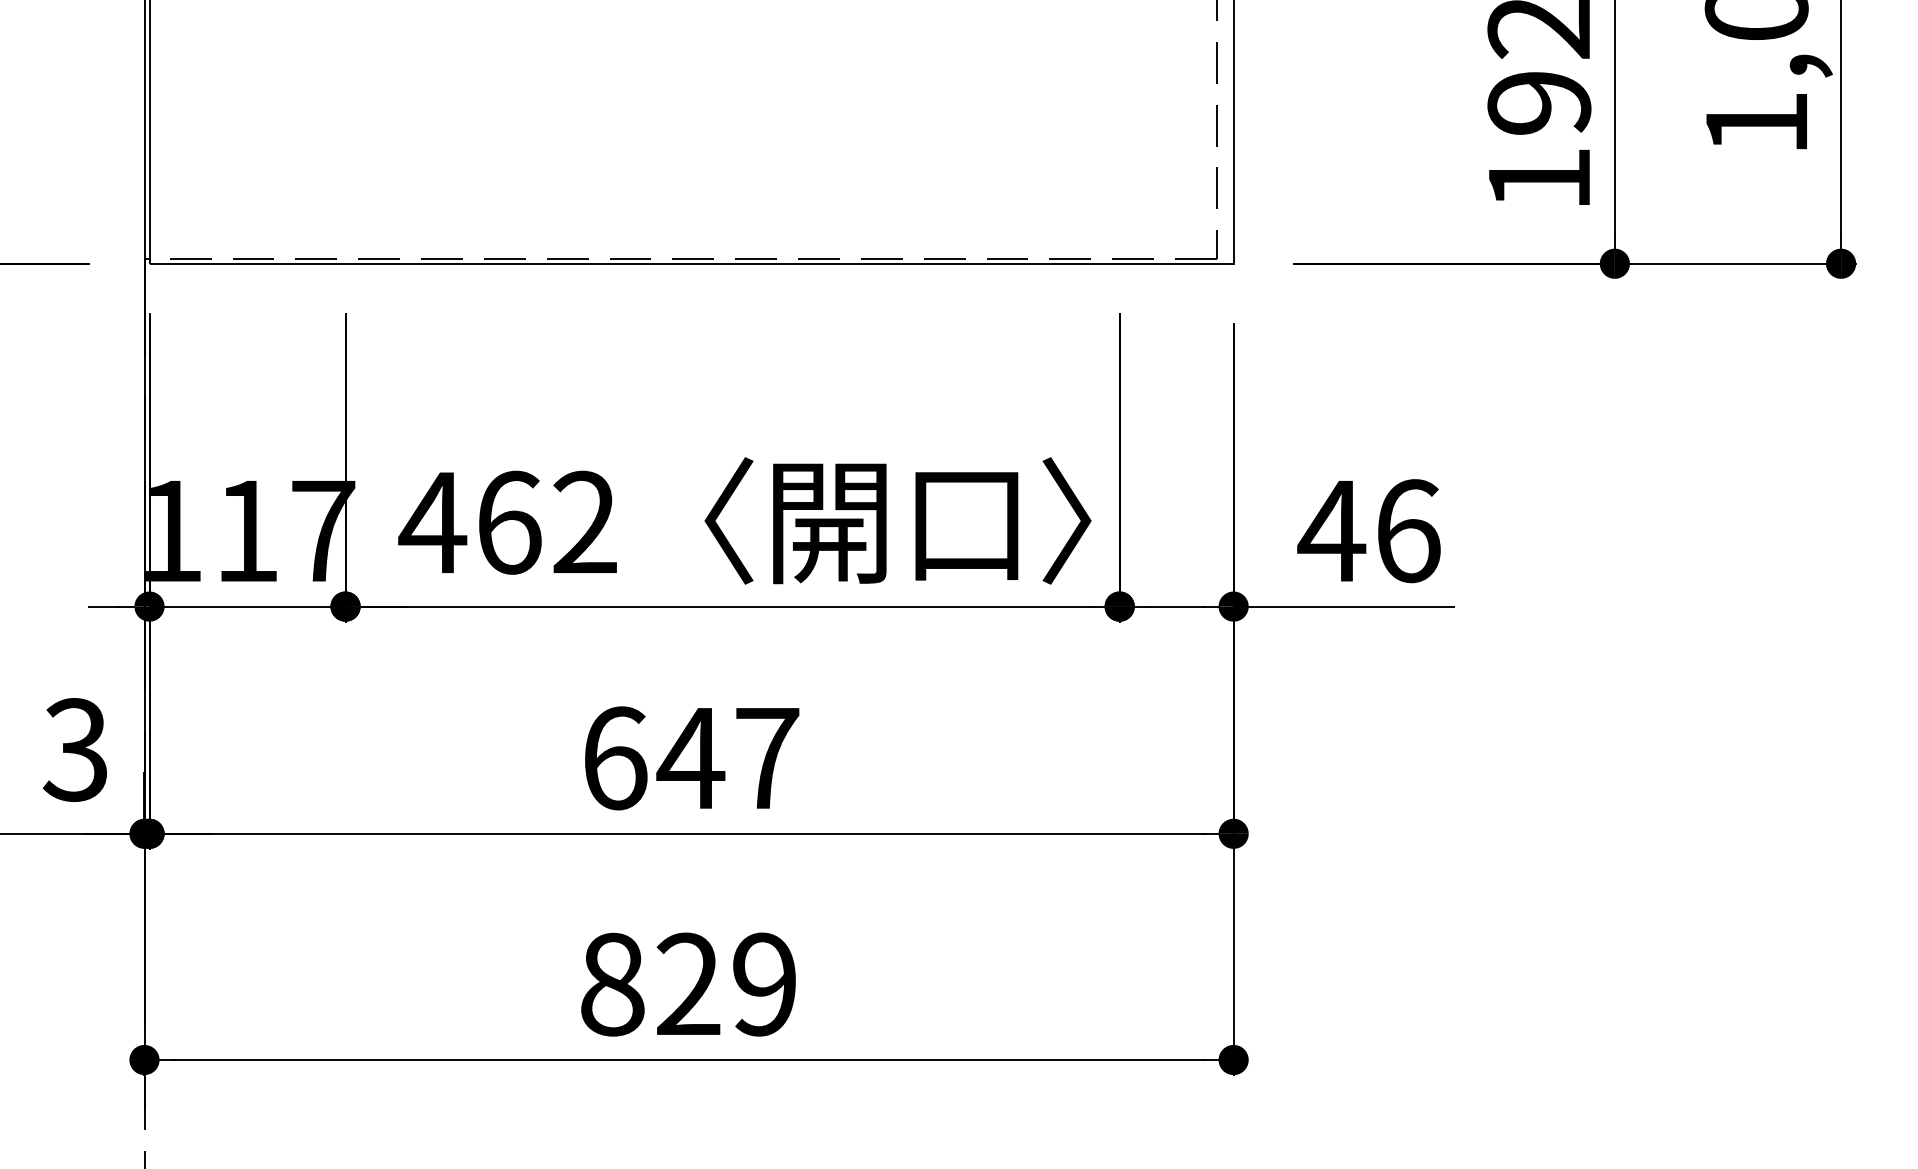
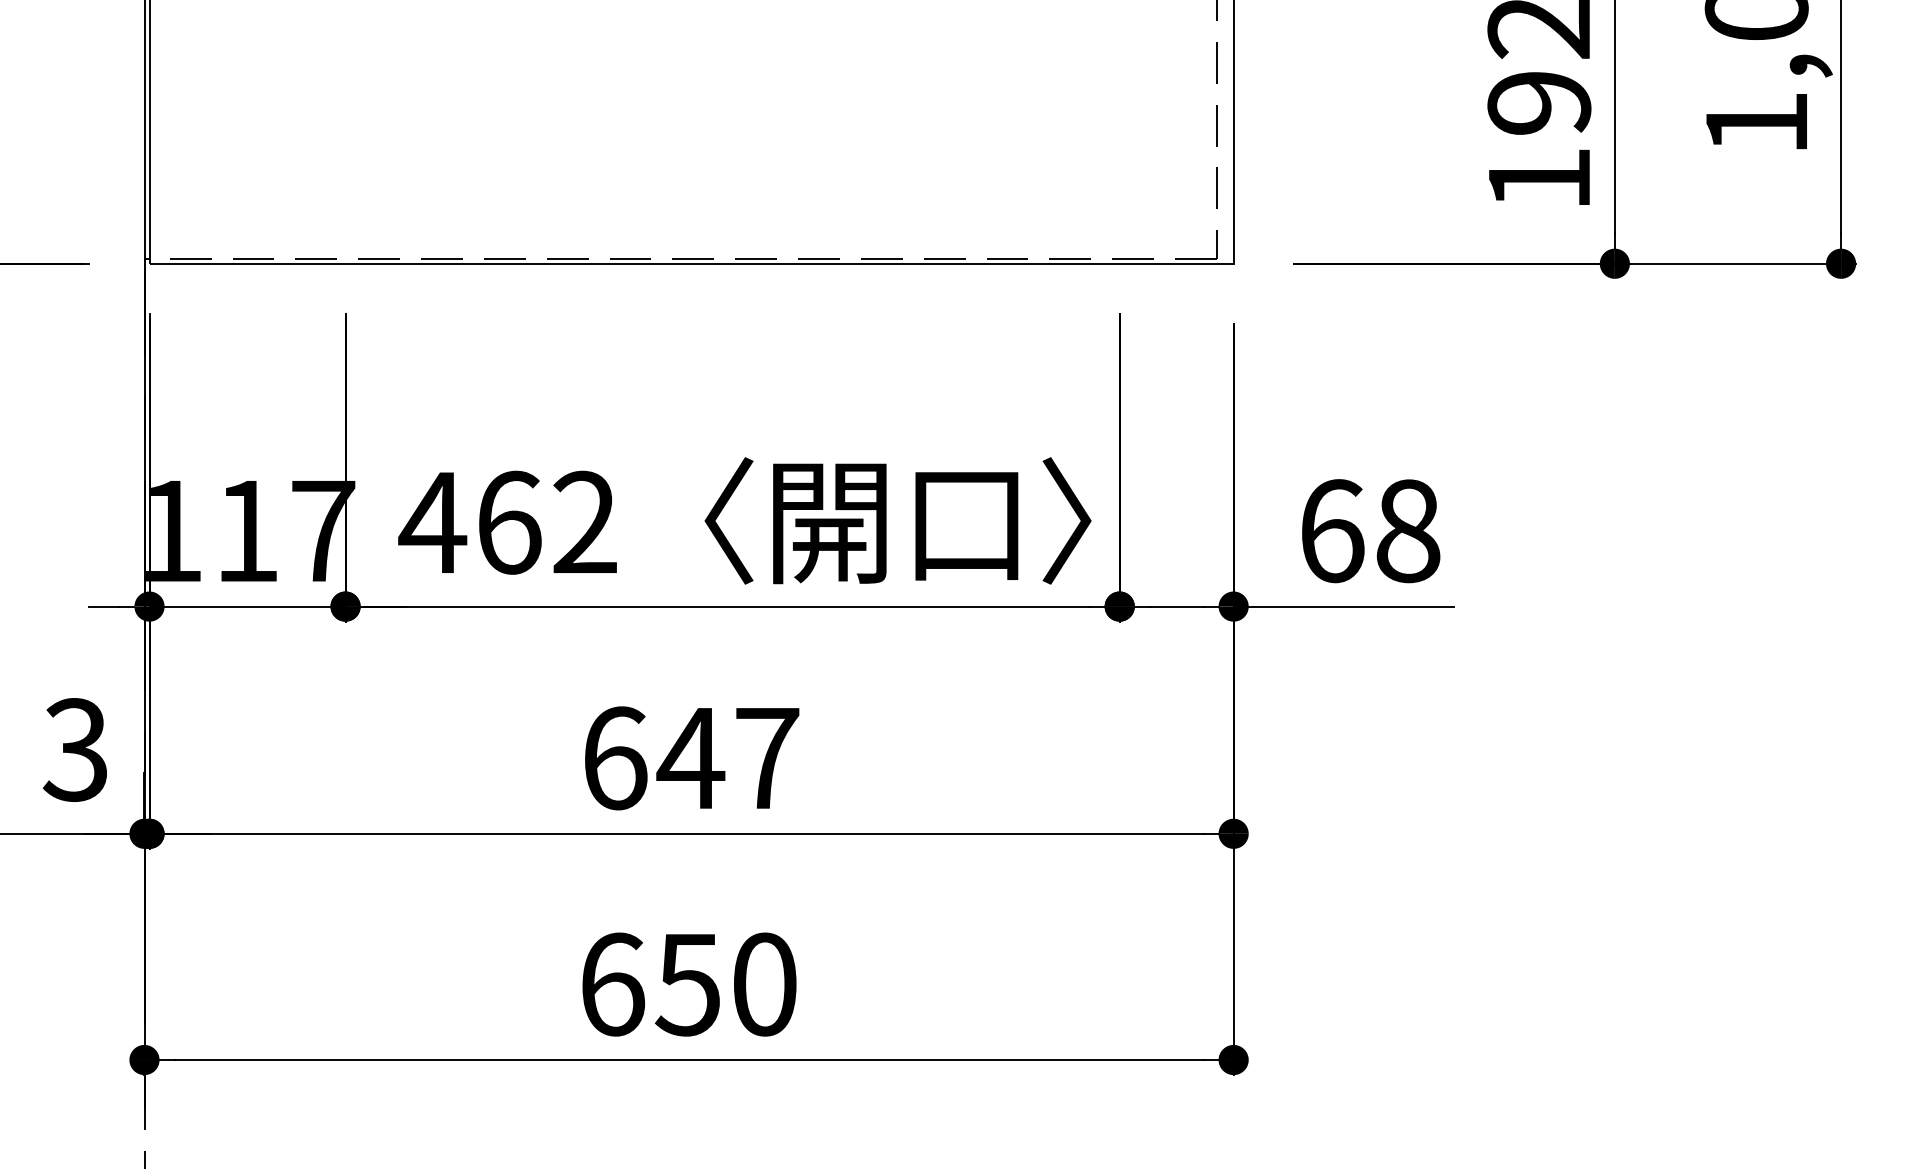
text at (1368, 531): 46 -> 68
text at (688, 984): 829 -> 650
